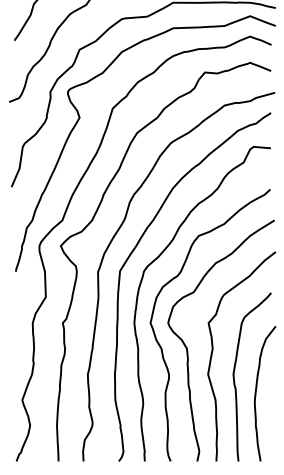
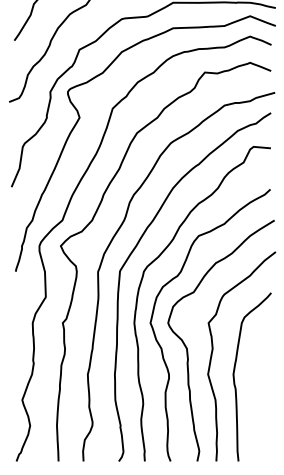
curve at (256, 393): present -> none
